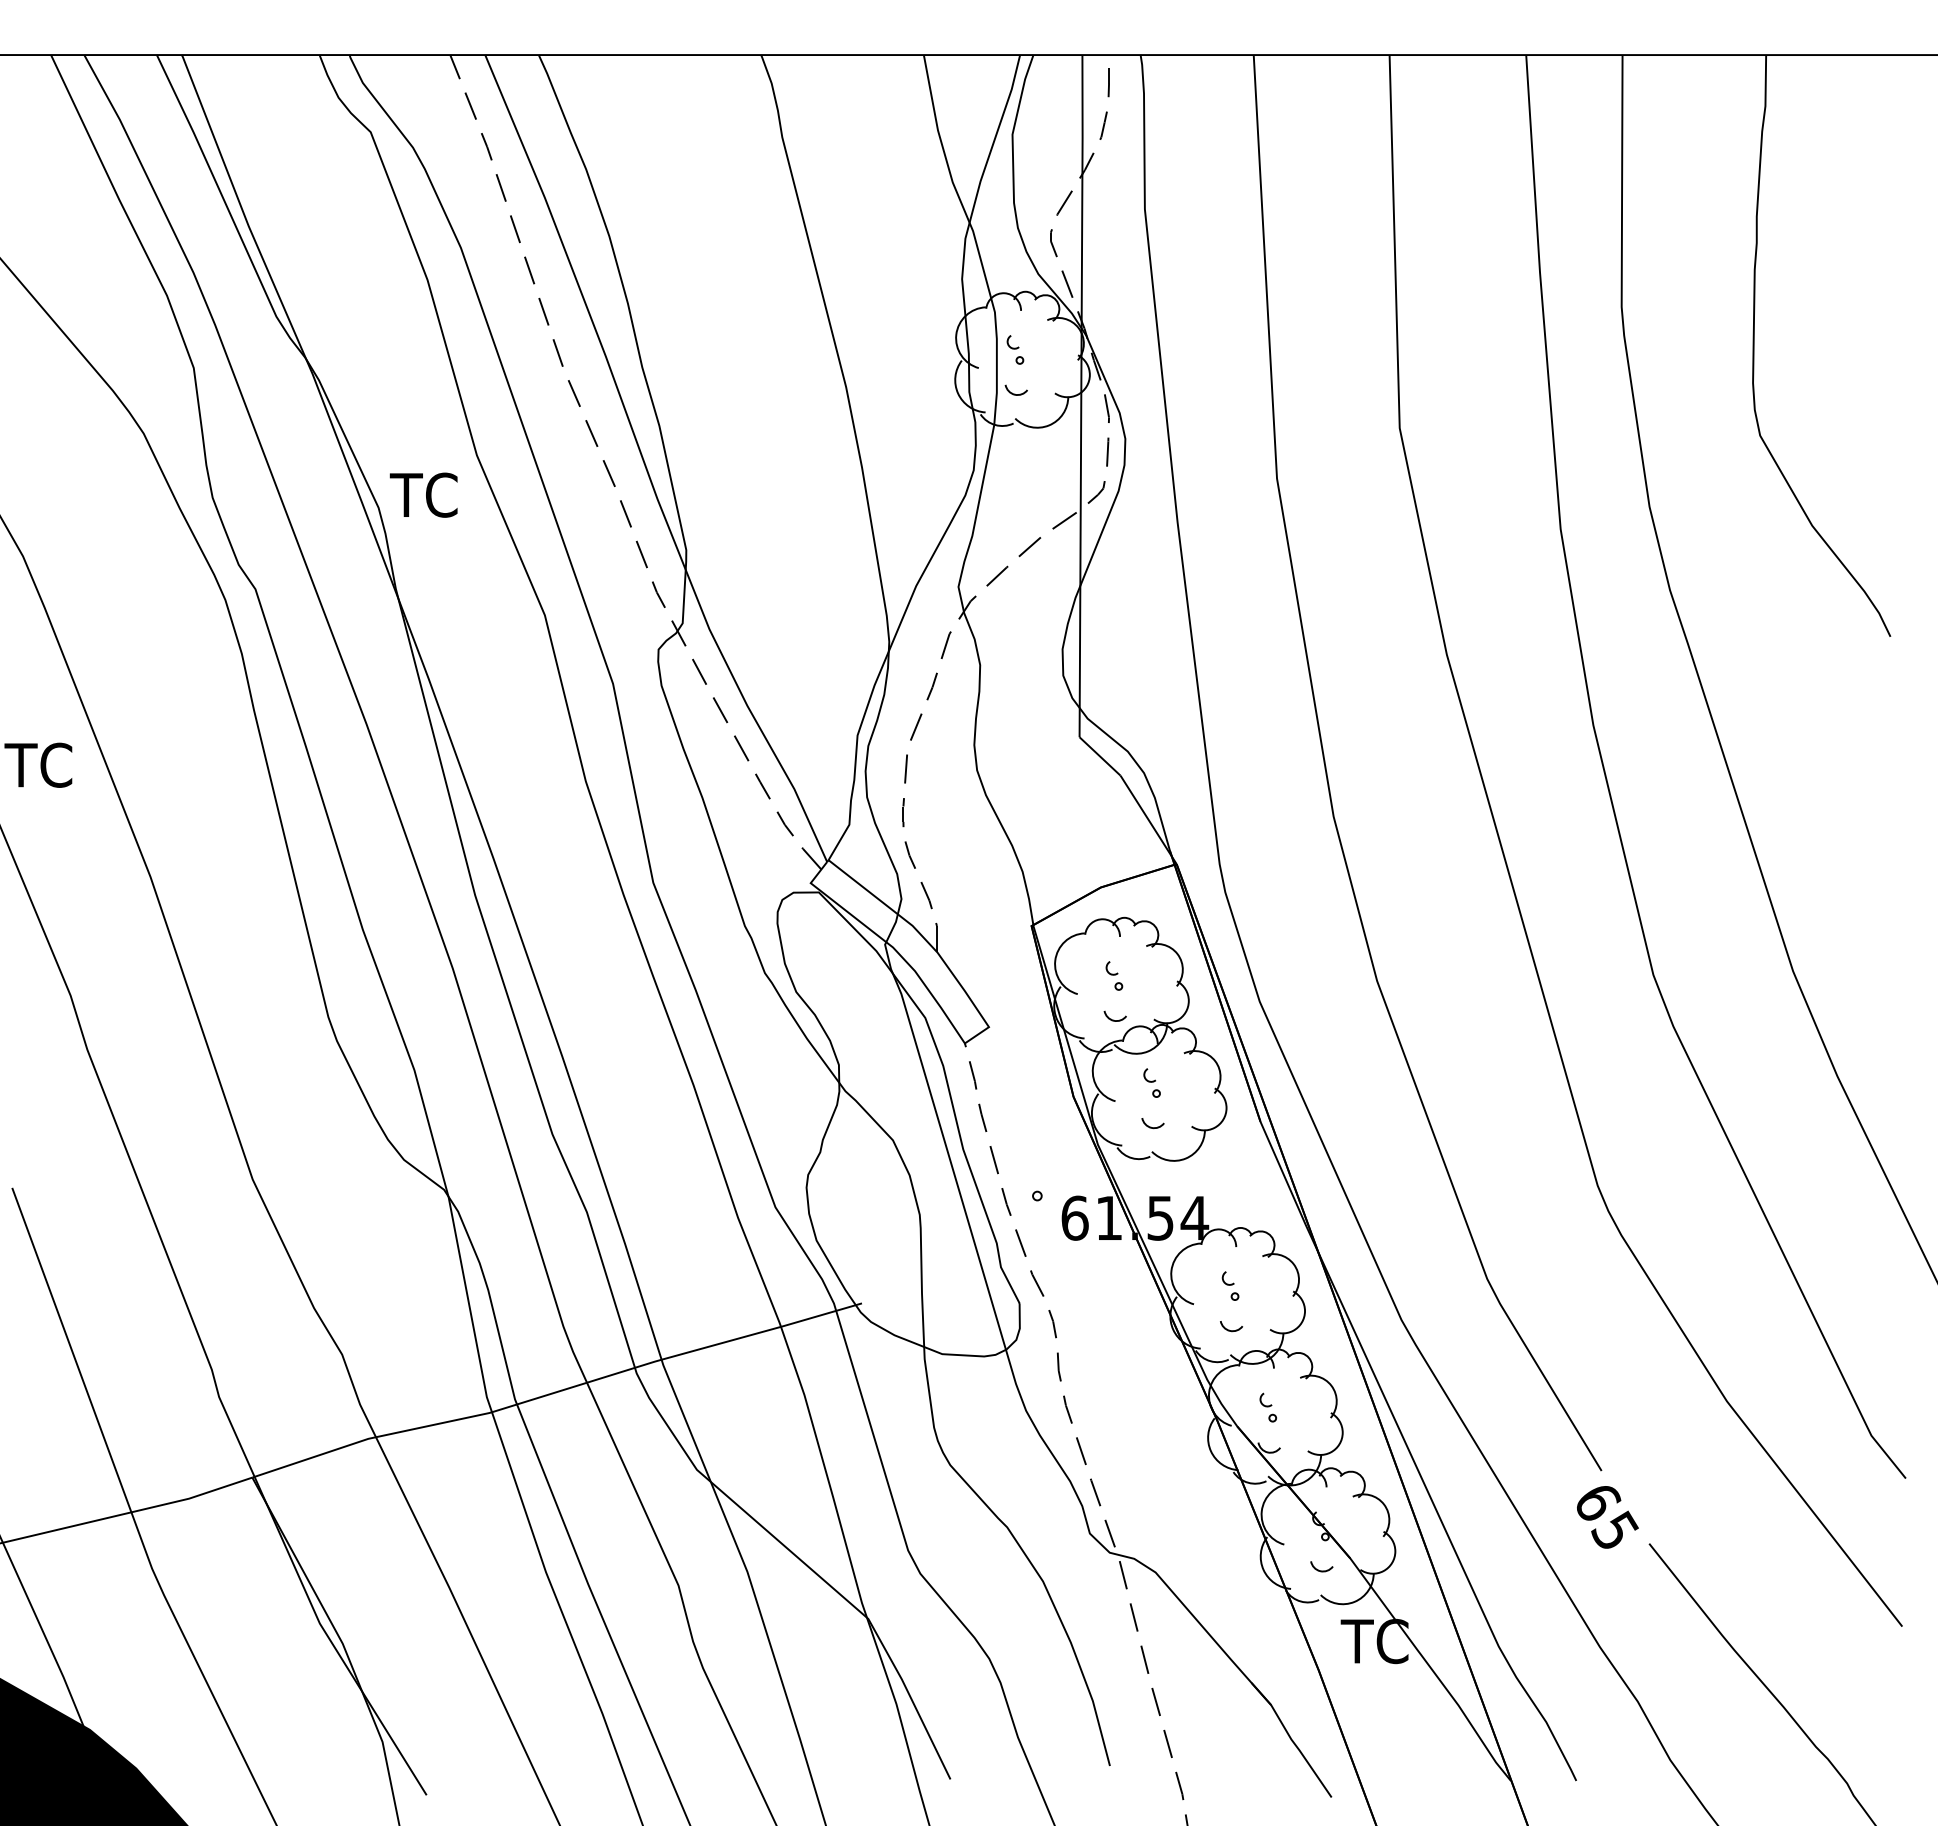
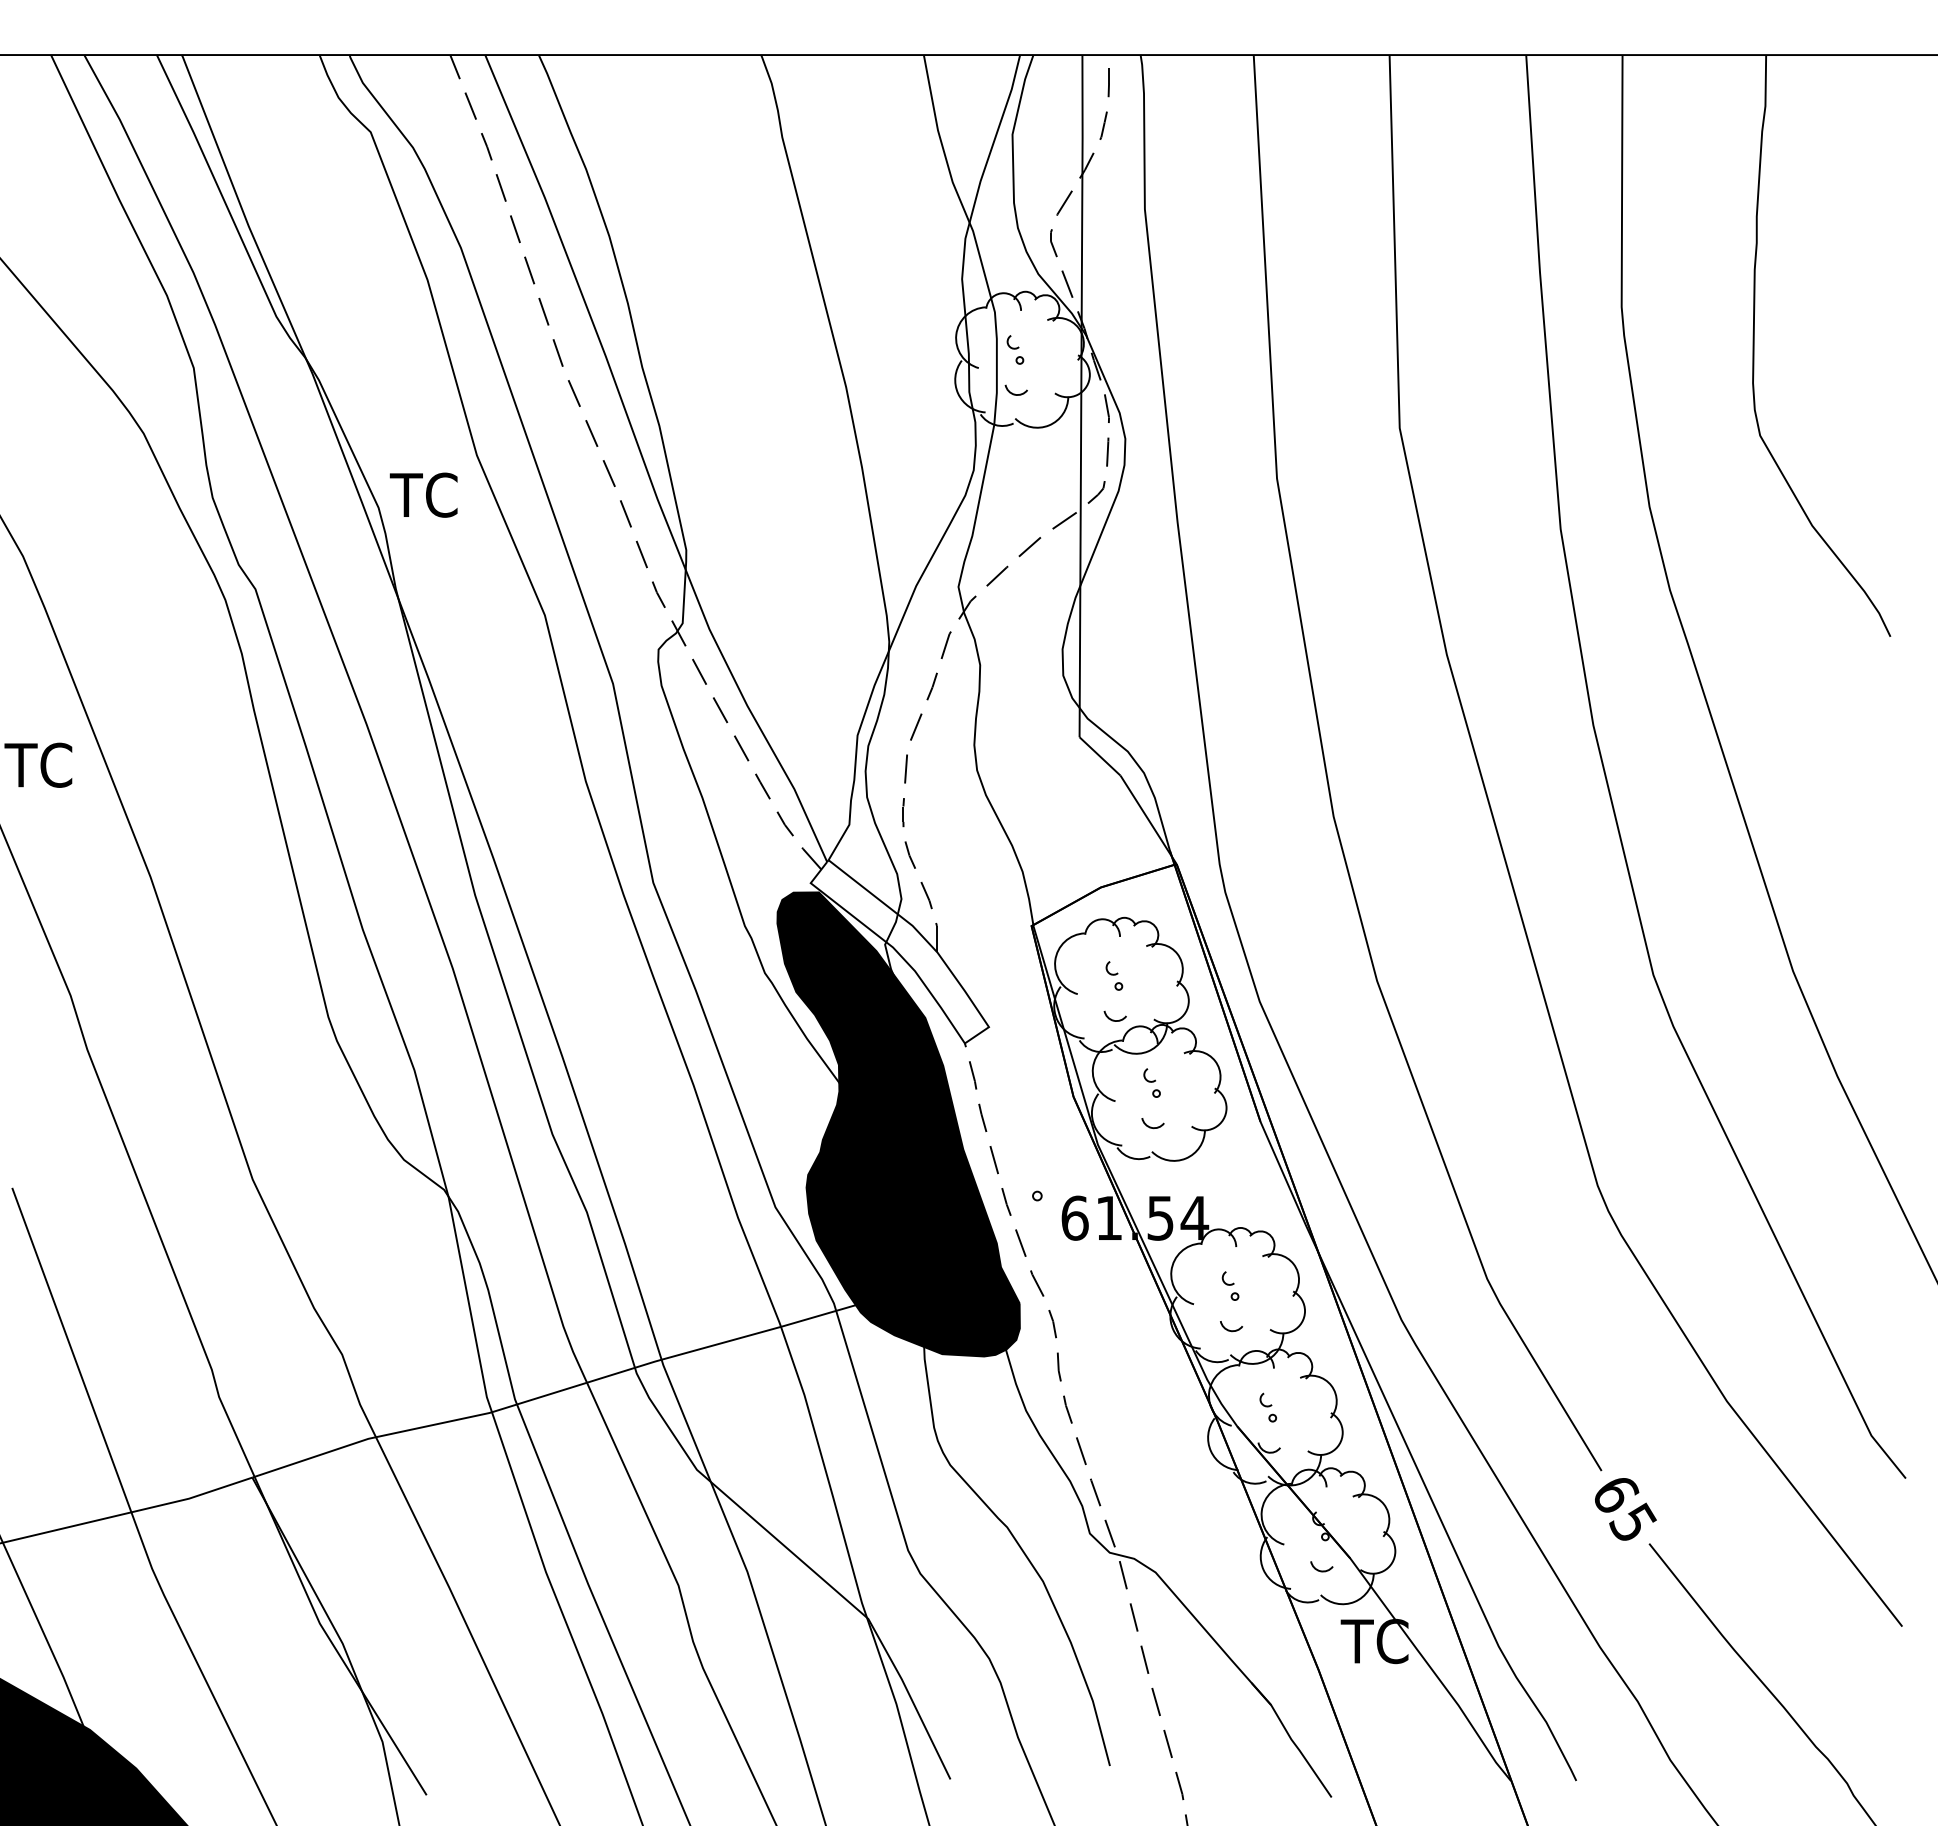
fill at (898, 1124): none -> present
text at (1607, 1517) position: (1607, 1517) -> (1625, 1509)
